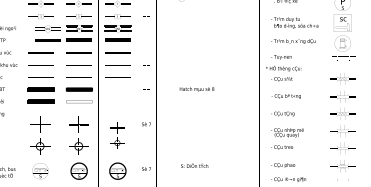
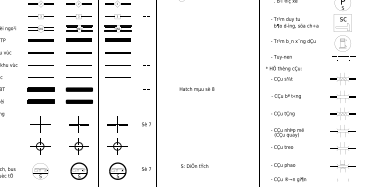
text at (47, 33) position: (47, 33) -> (40, 33)
hatch at (79, 101): none -> present
part at (117, 135) size: 15x27 px -> 21x39 px
